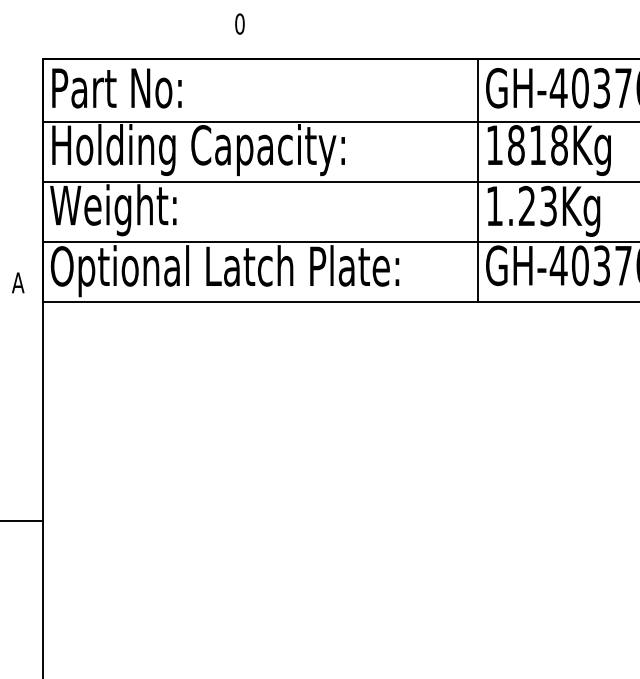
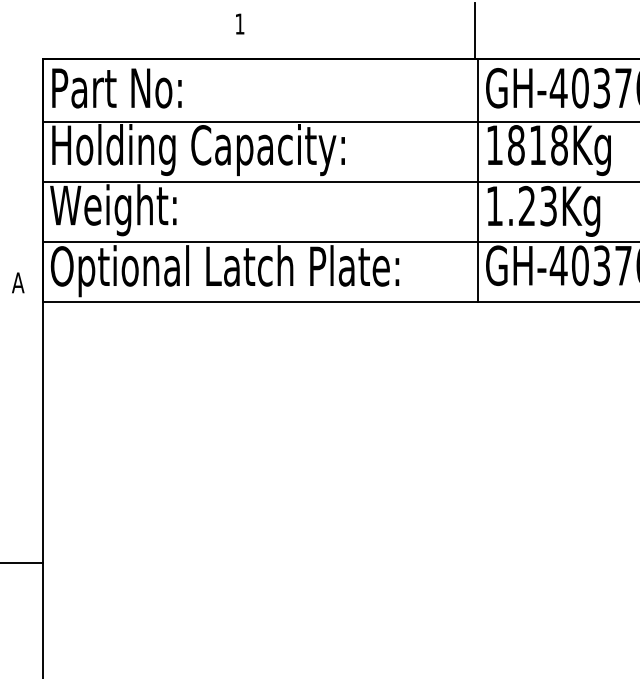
text at (239, 23): 0 -> 1
line at (474, 30): none -> present
line at (22, 521) position: (22, 521) -> (22, 563)
